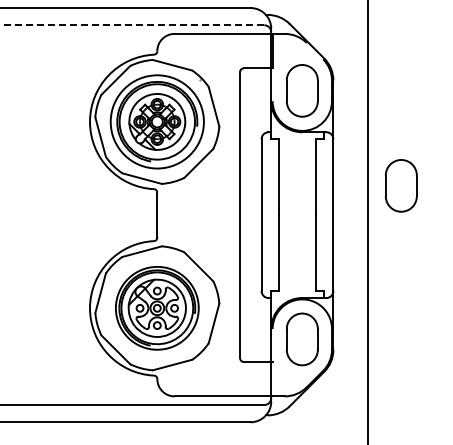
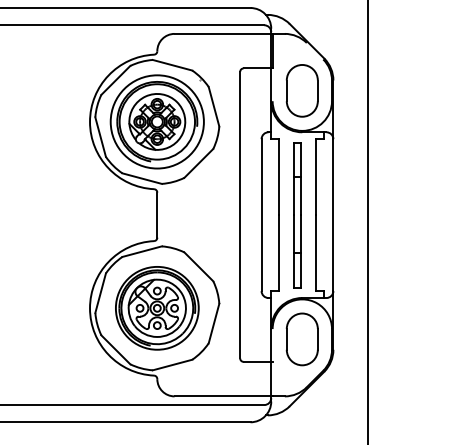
line at (132, 25): dashed -> solid
part at (400, 185): present -> none
part at (297, 215): none -> present
